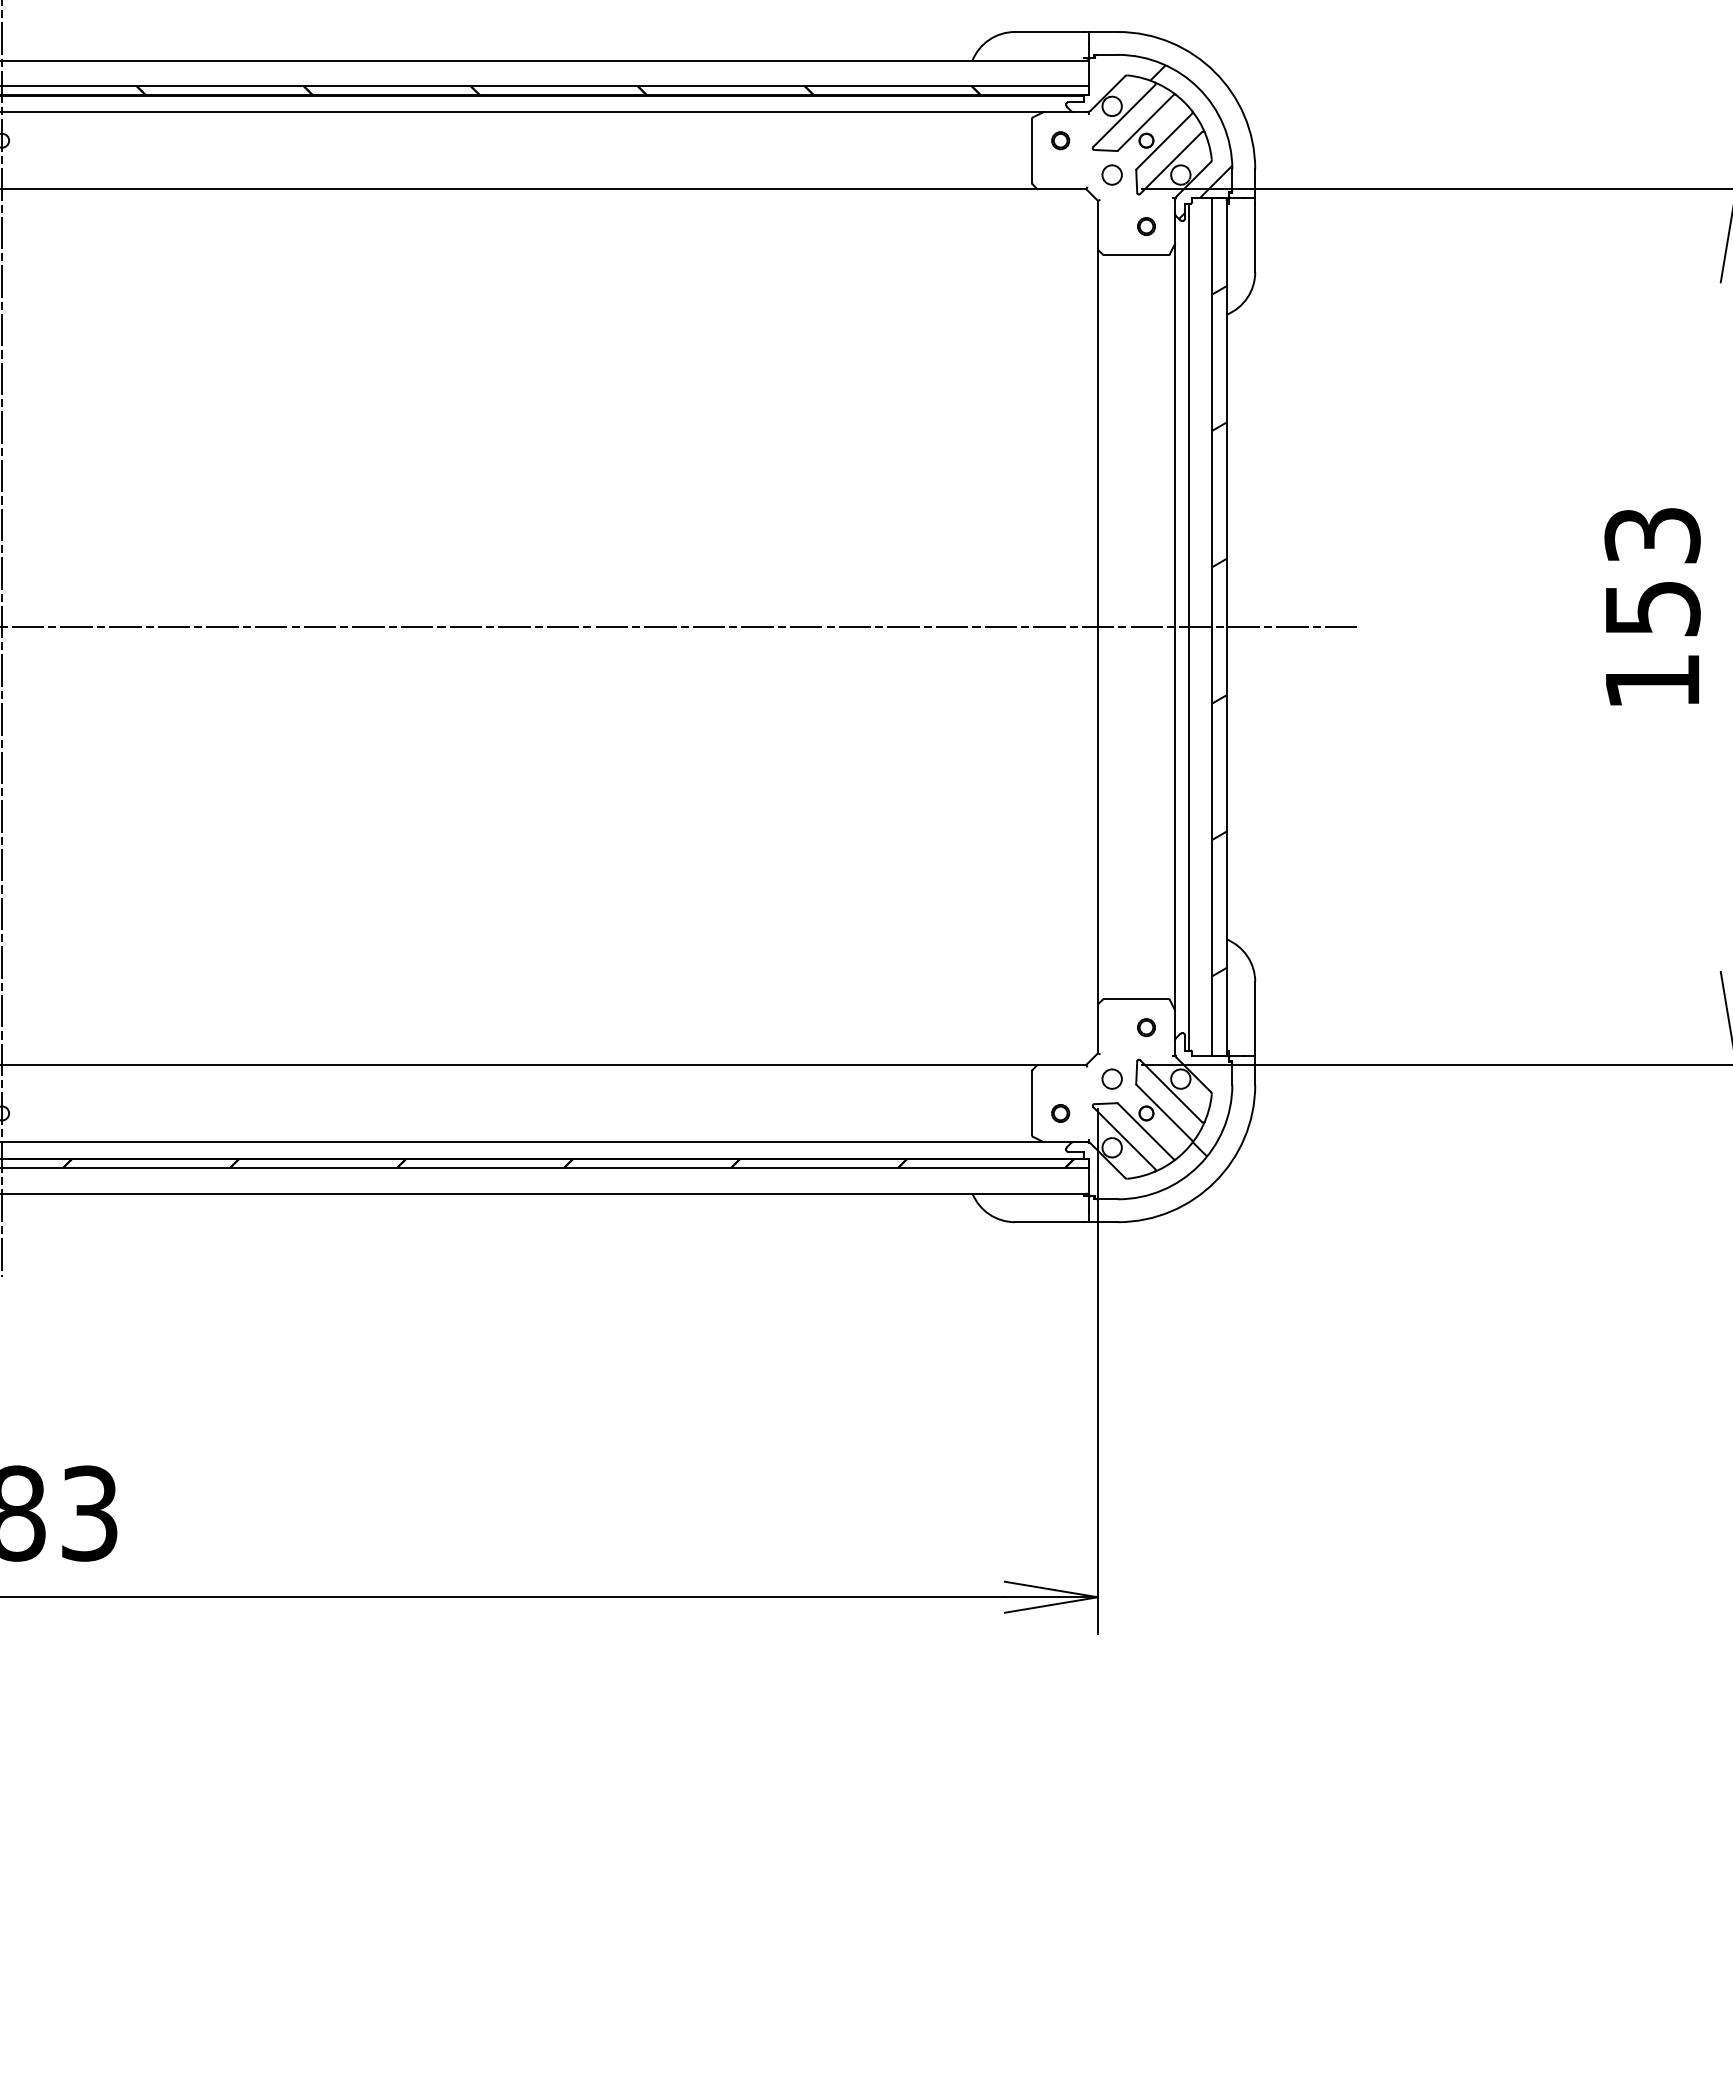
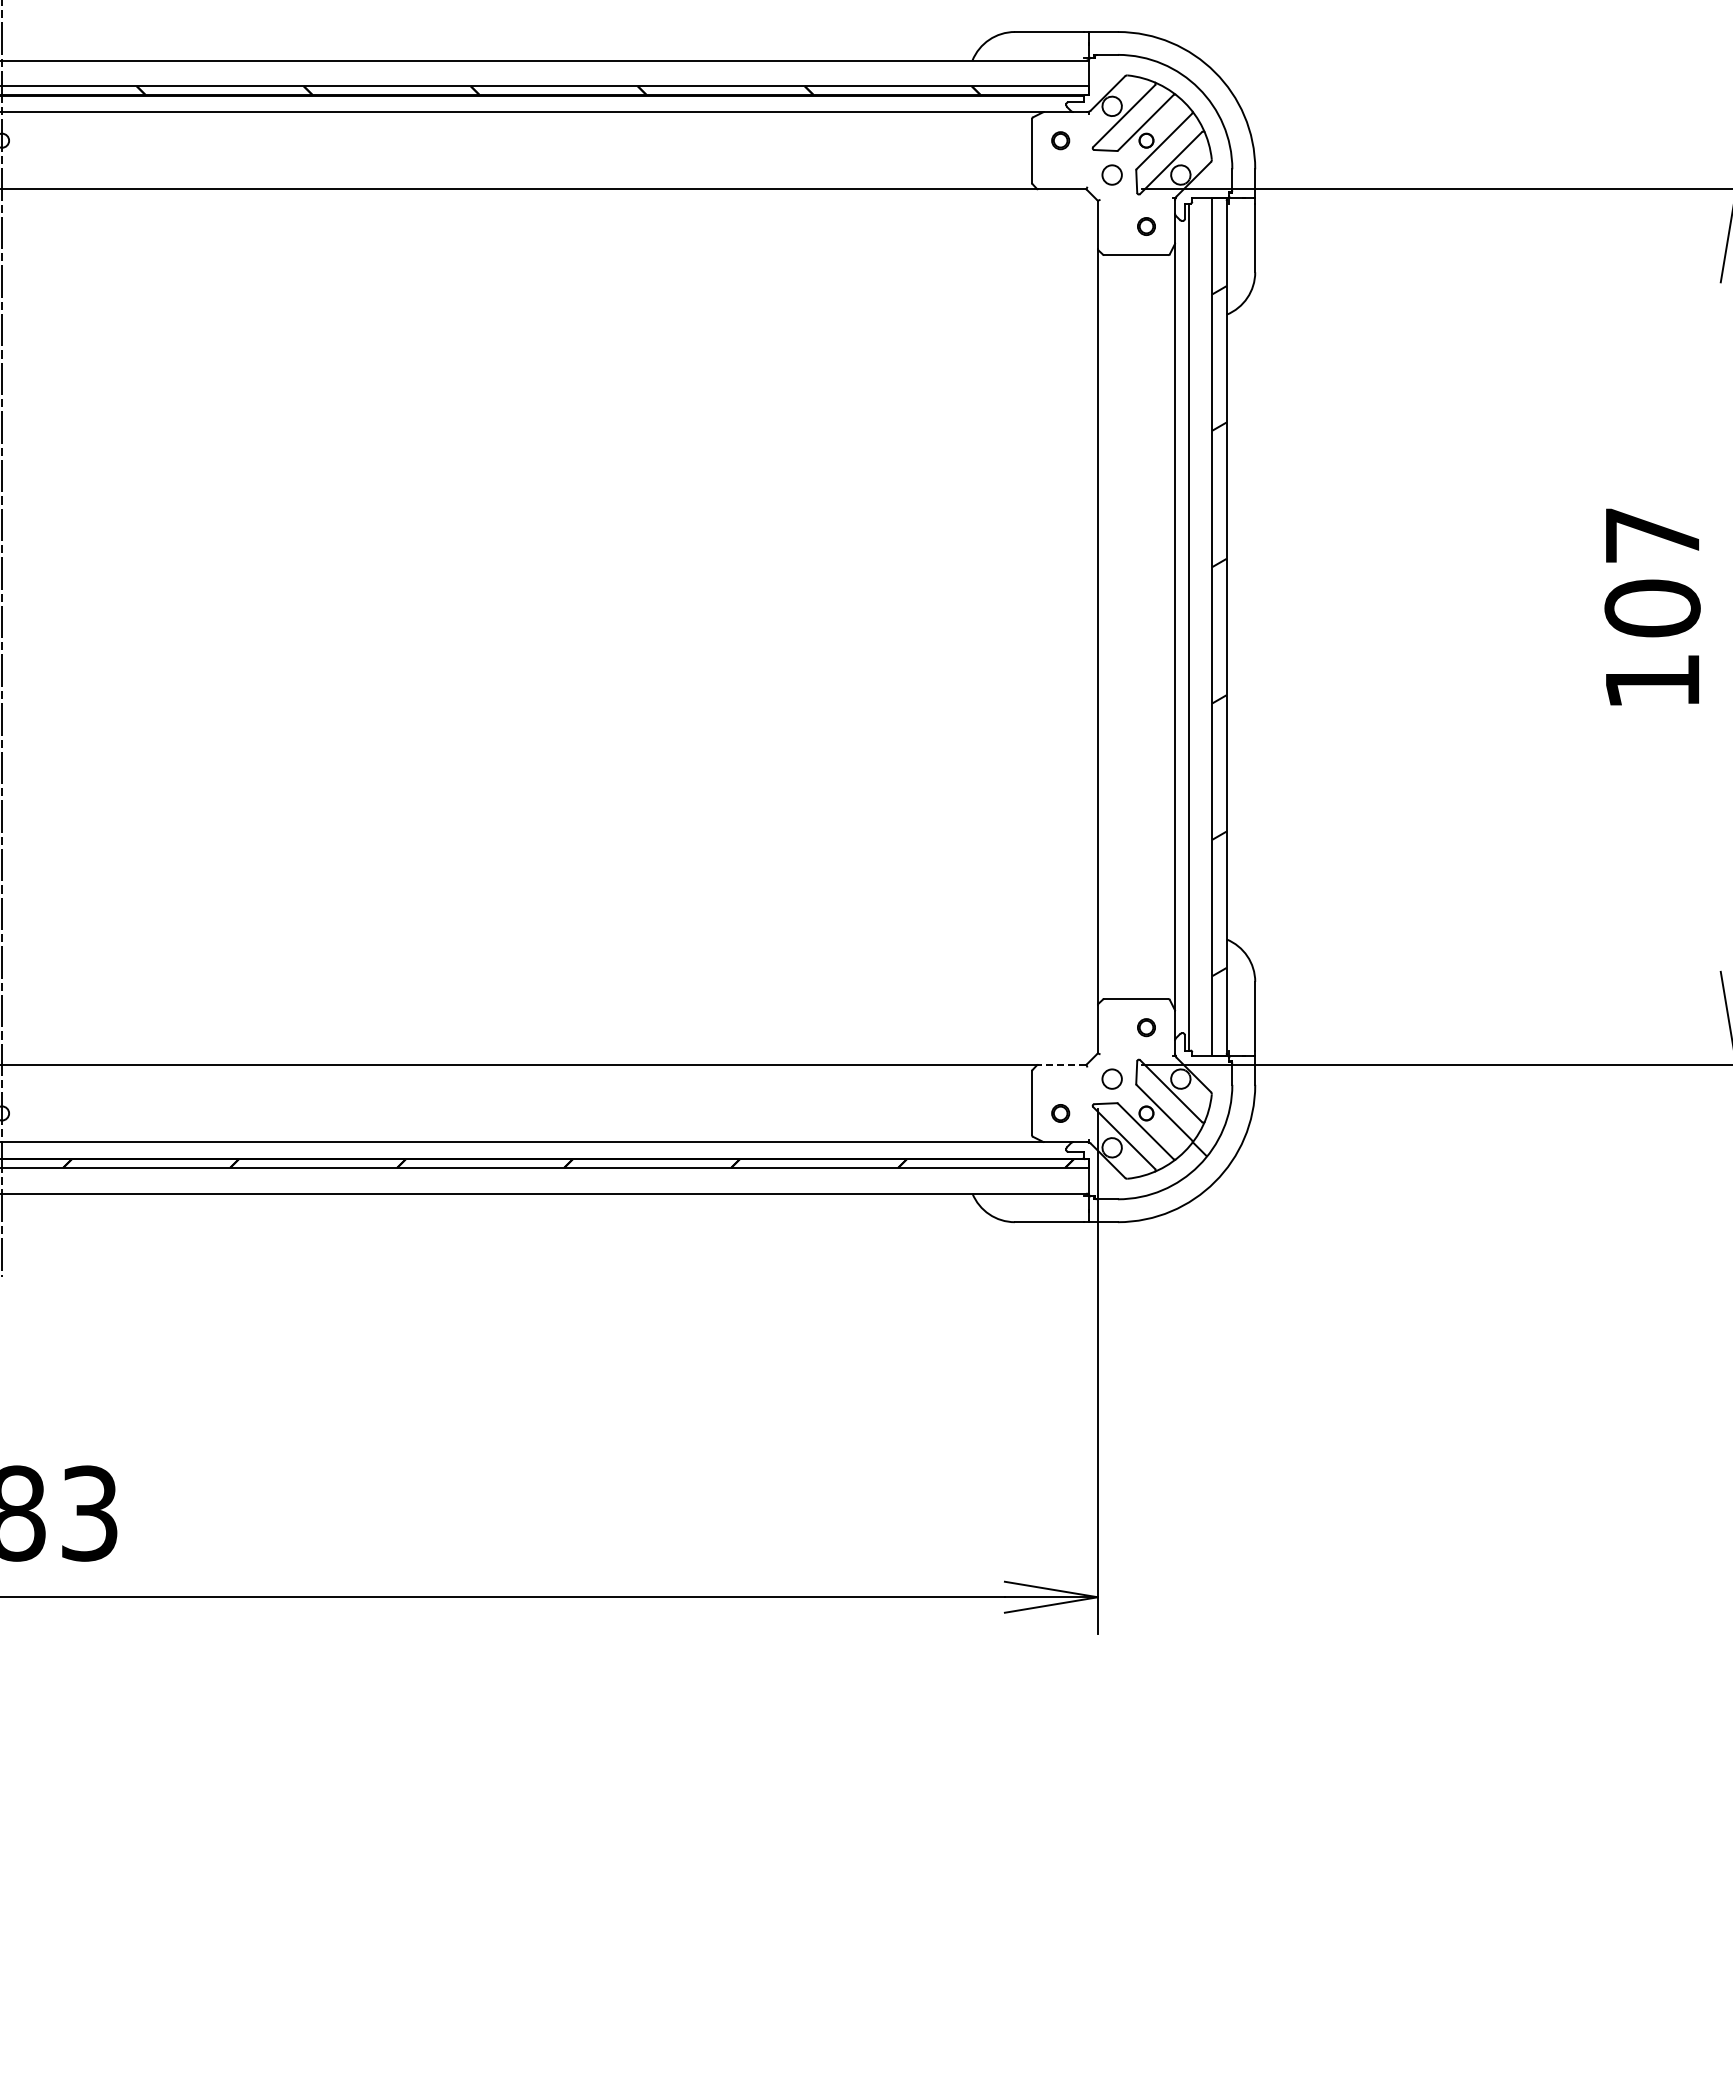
hatch at (1191, 142): present -> none
text at (1652, 572): 153 -> 107
line at (679, 627): present -> none
line at (1061, 1064): solid -> dashed
